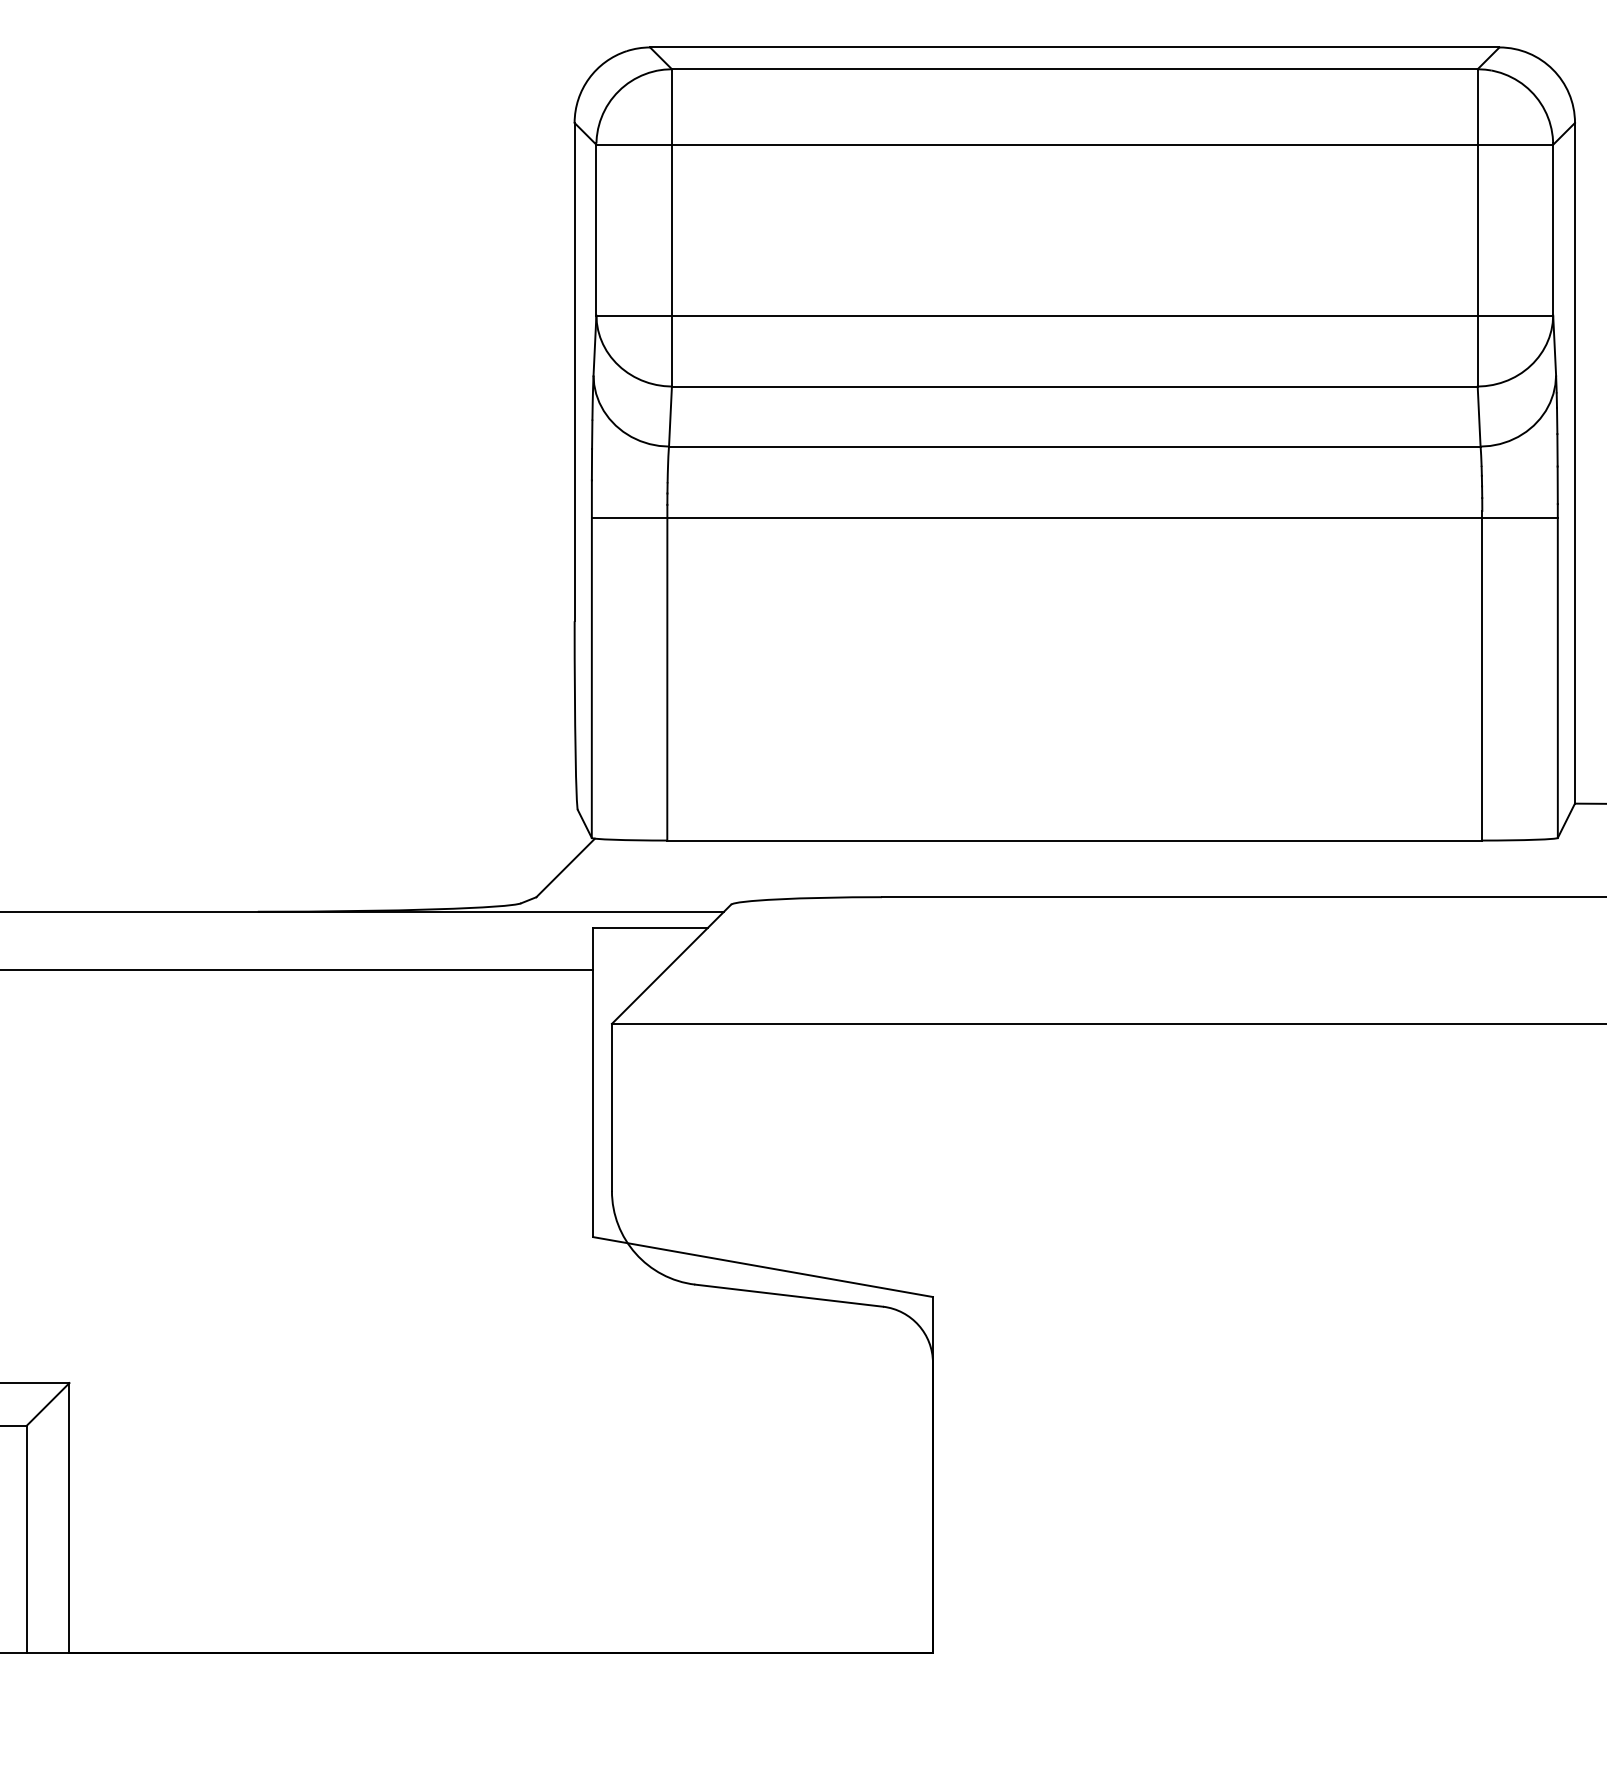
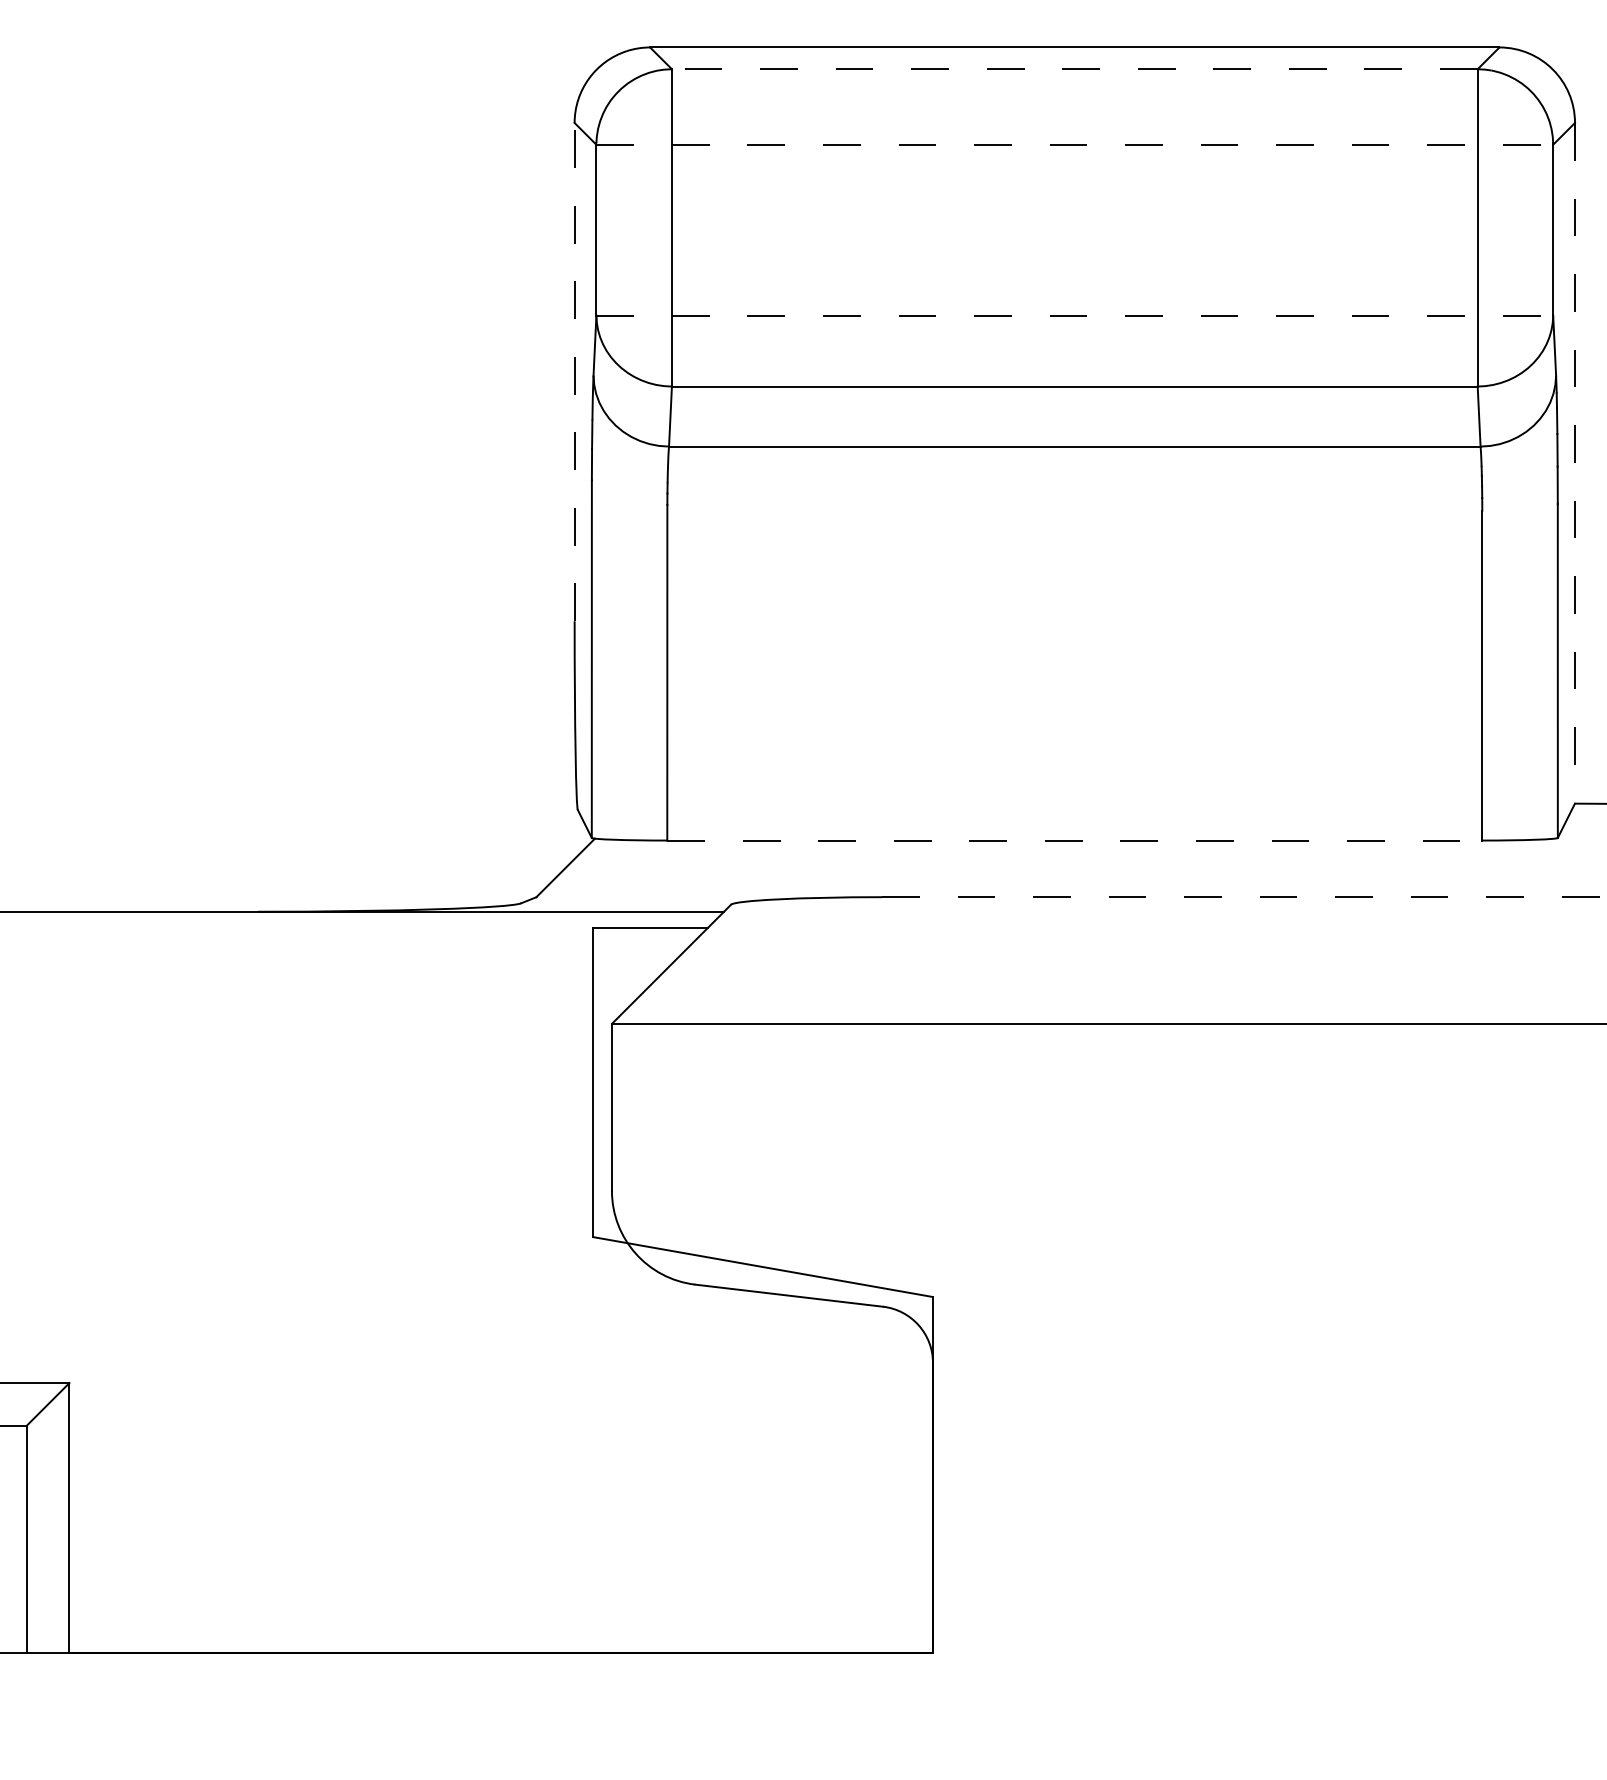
line at (1074, 69): solid -> dashed
line at (1075, 144): solid -> dashed
line at (1075, 315): solid -> dashed
line at (574, 371): solid -> dashed
line at (1574, 463): solid -> dashed
line at (1074, 517): present -> none
line at (1074, 840): solid -> dashed
line at (1244, 897): solid -> dashed
line at (297, 970): present -> none
